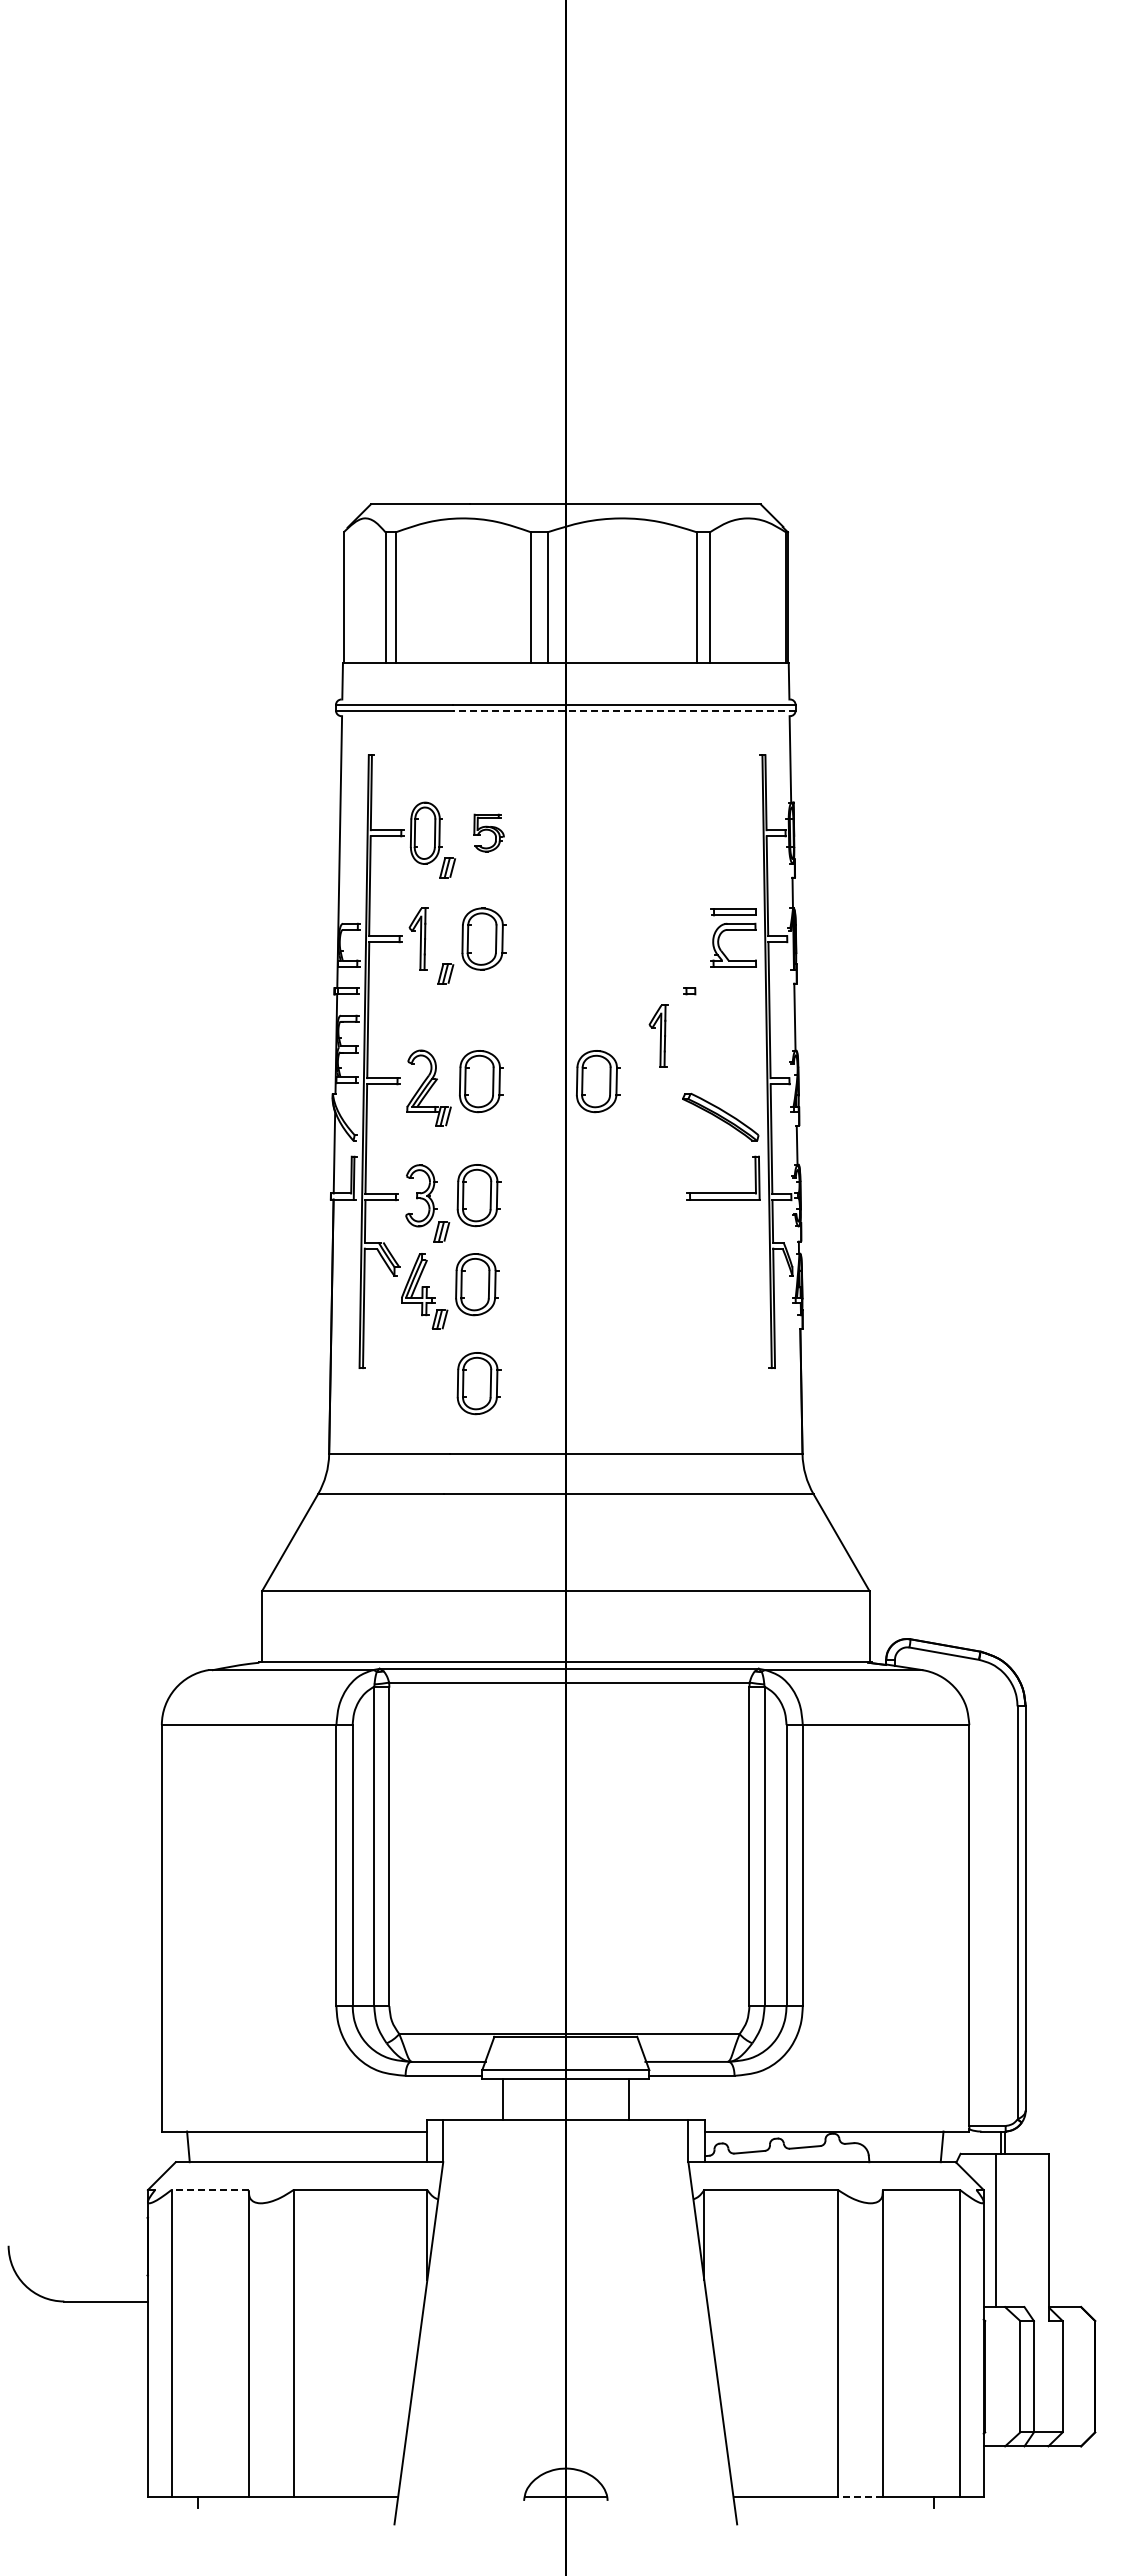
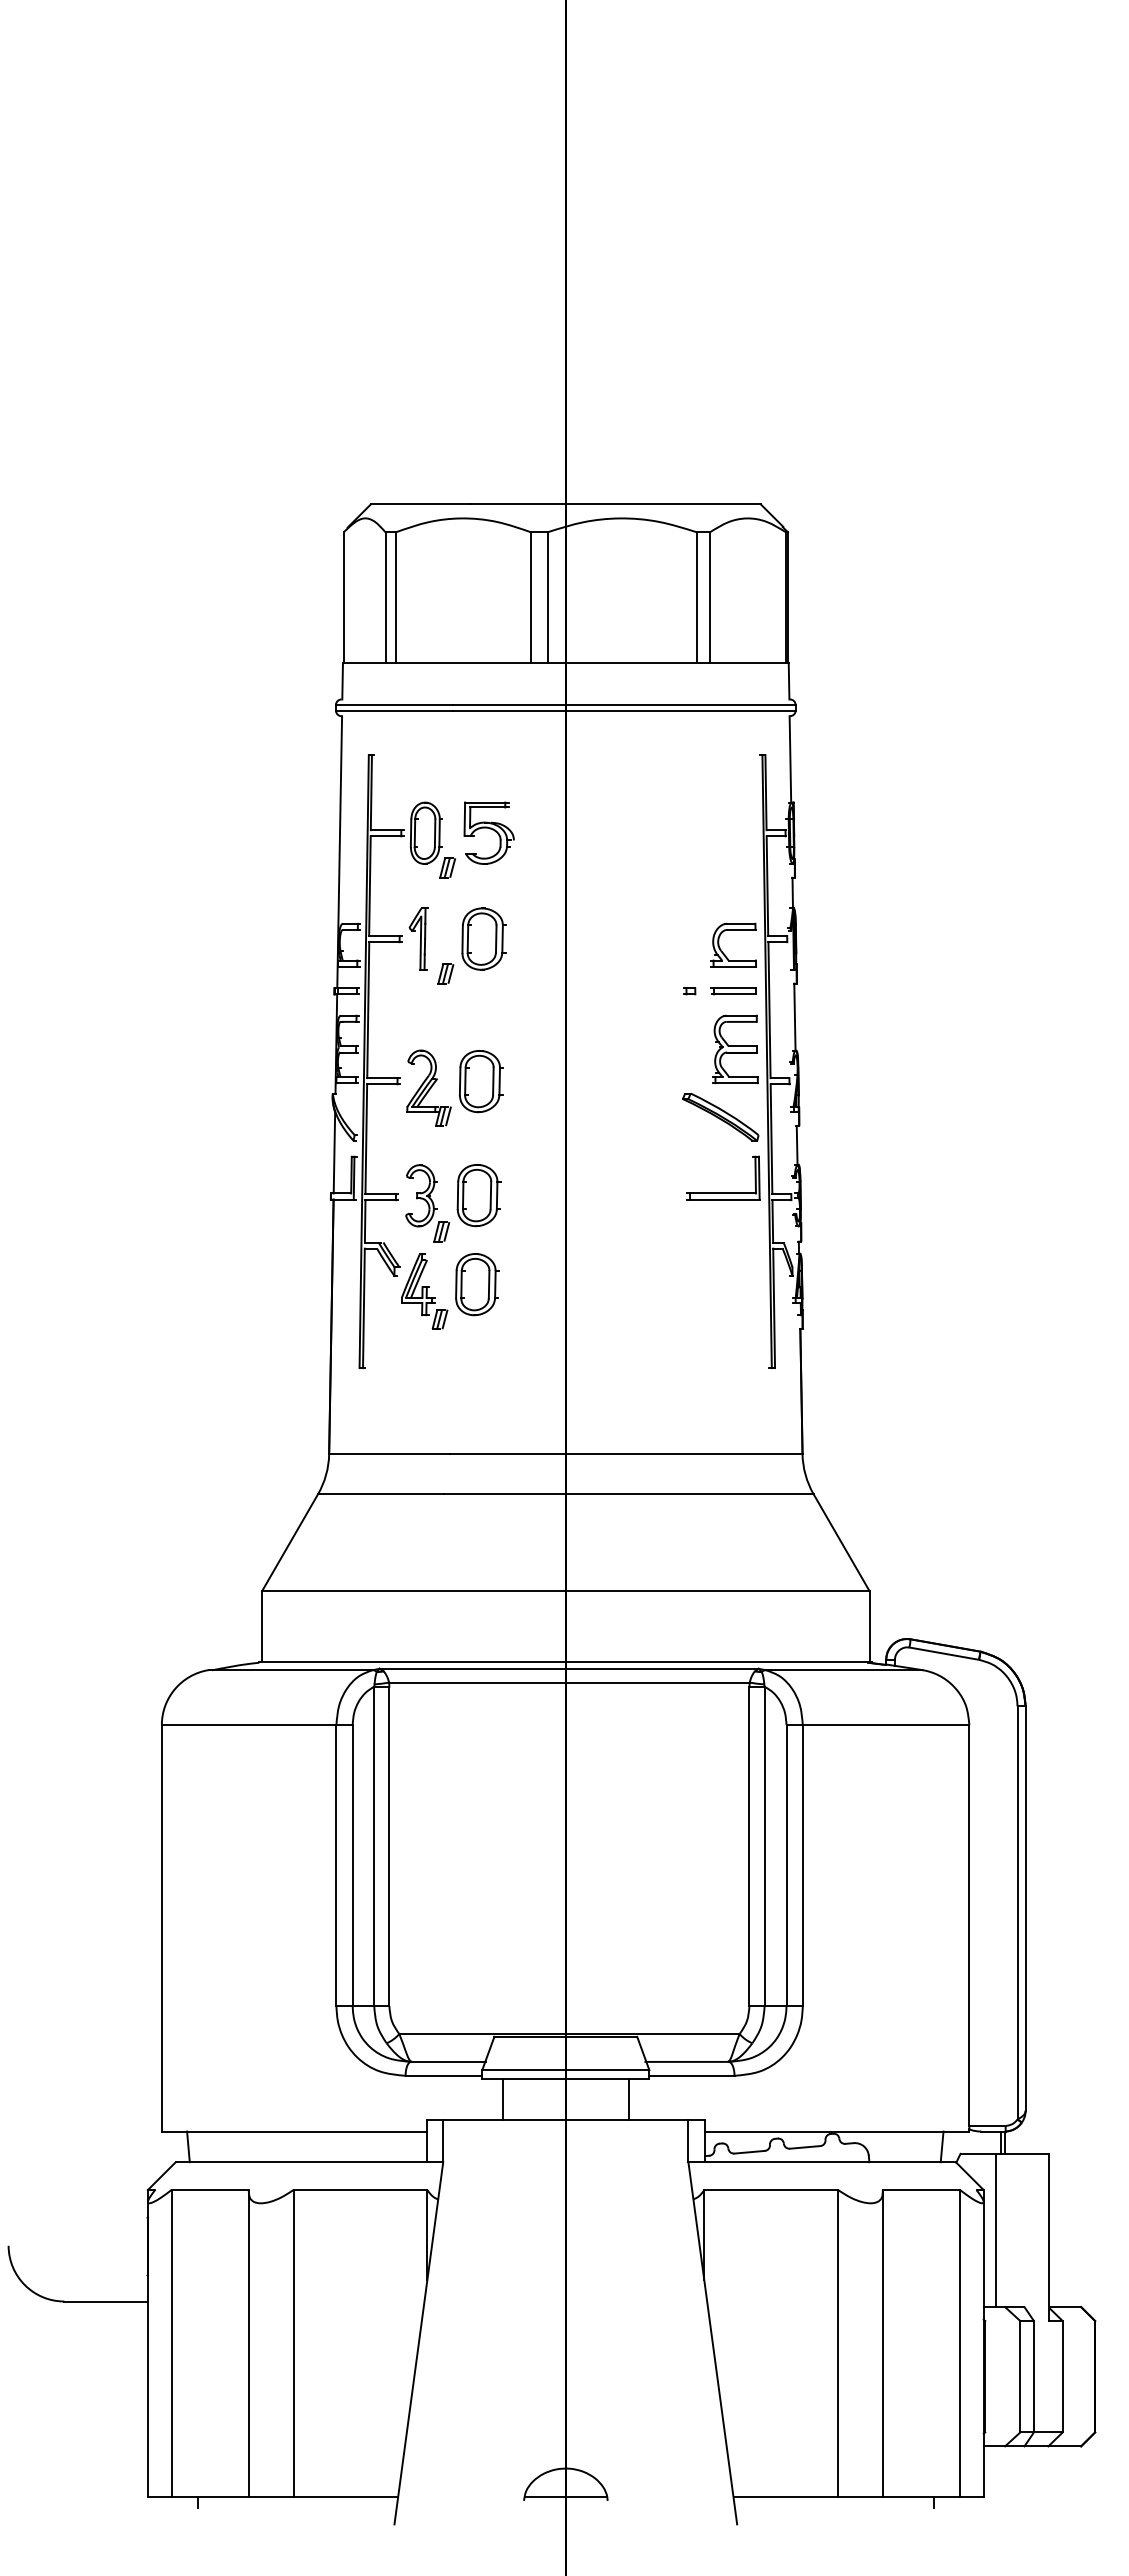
line at (623, 710): dashed -> solid
part at (488, 832) size: 32x40 px -> 52x64 px
part at (733, 912) position: (733, 912) -> (733, 991)
part at (658, 1035): present -> none
part at (735, 1049): none -> present
part at (598, 1081): present -> none
part at (478, 1383): present -> none
line at (210, 2190): dashed -> solid
line at (860, 2496): dashed -> solid
